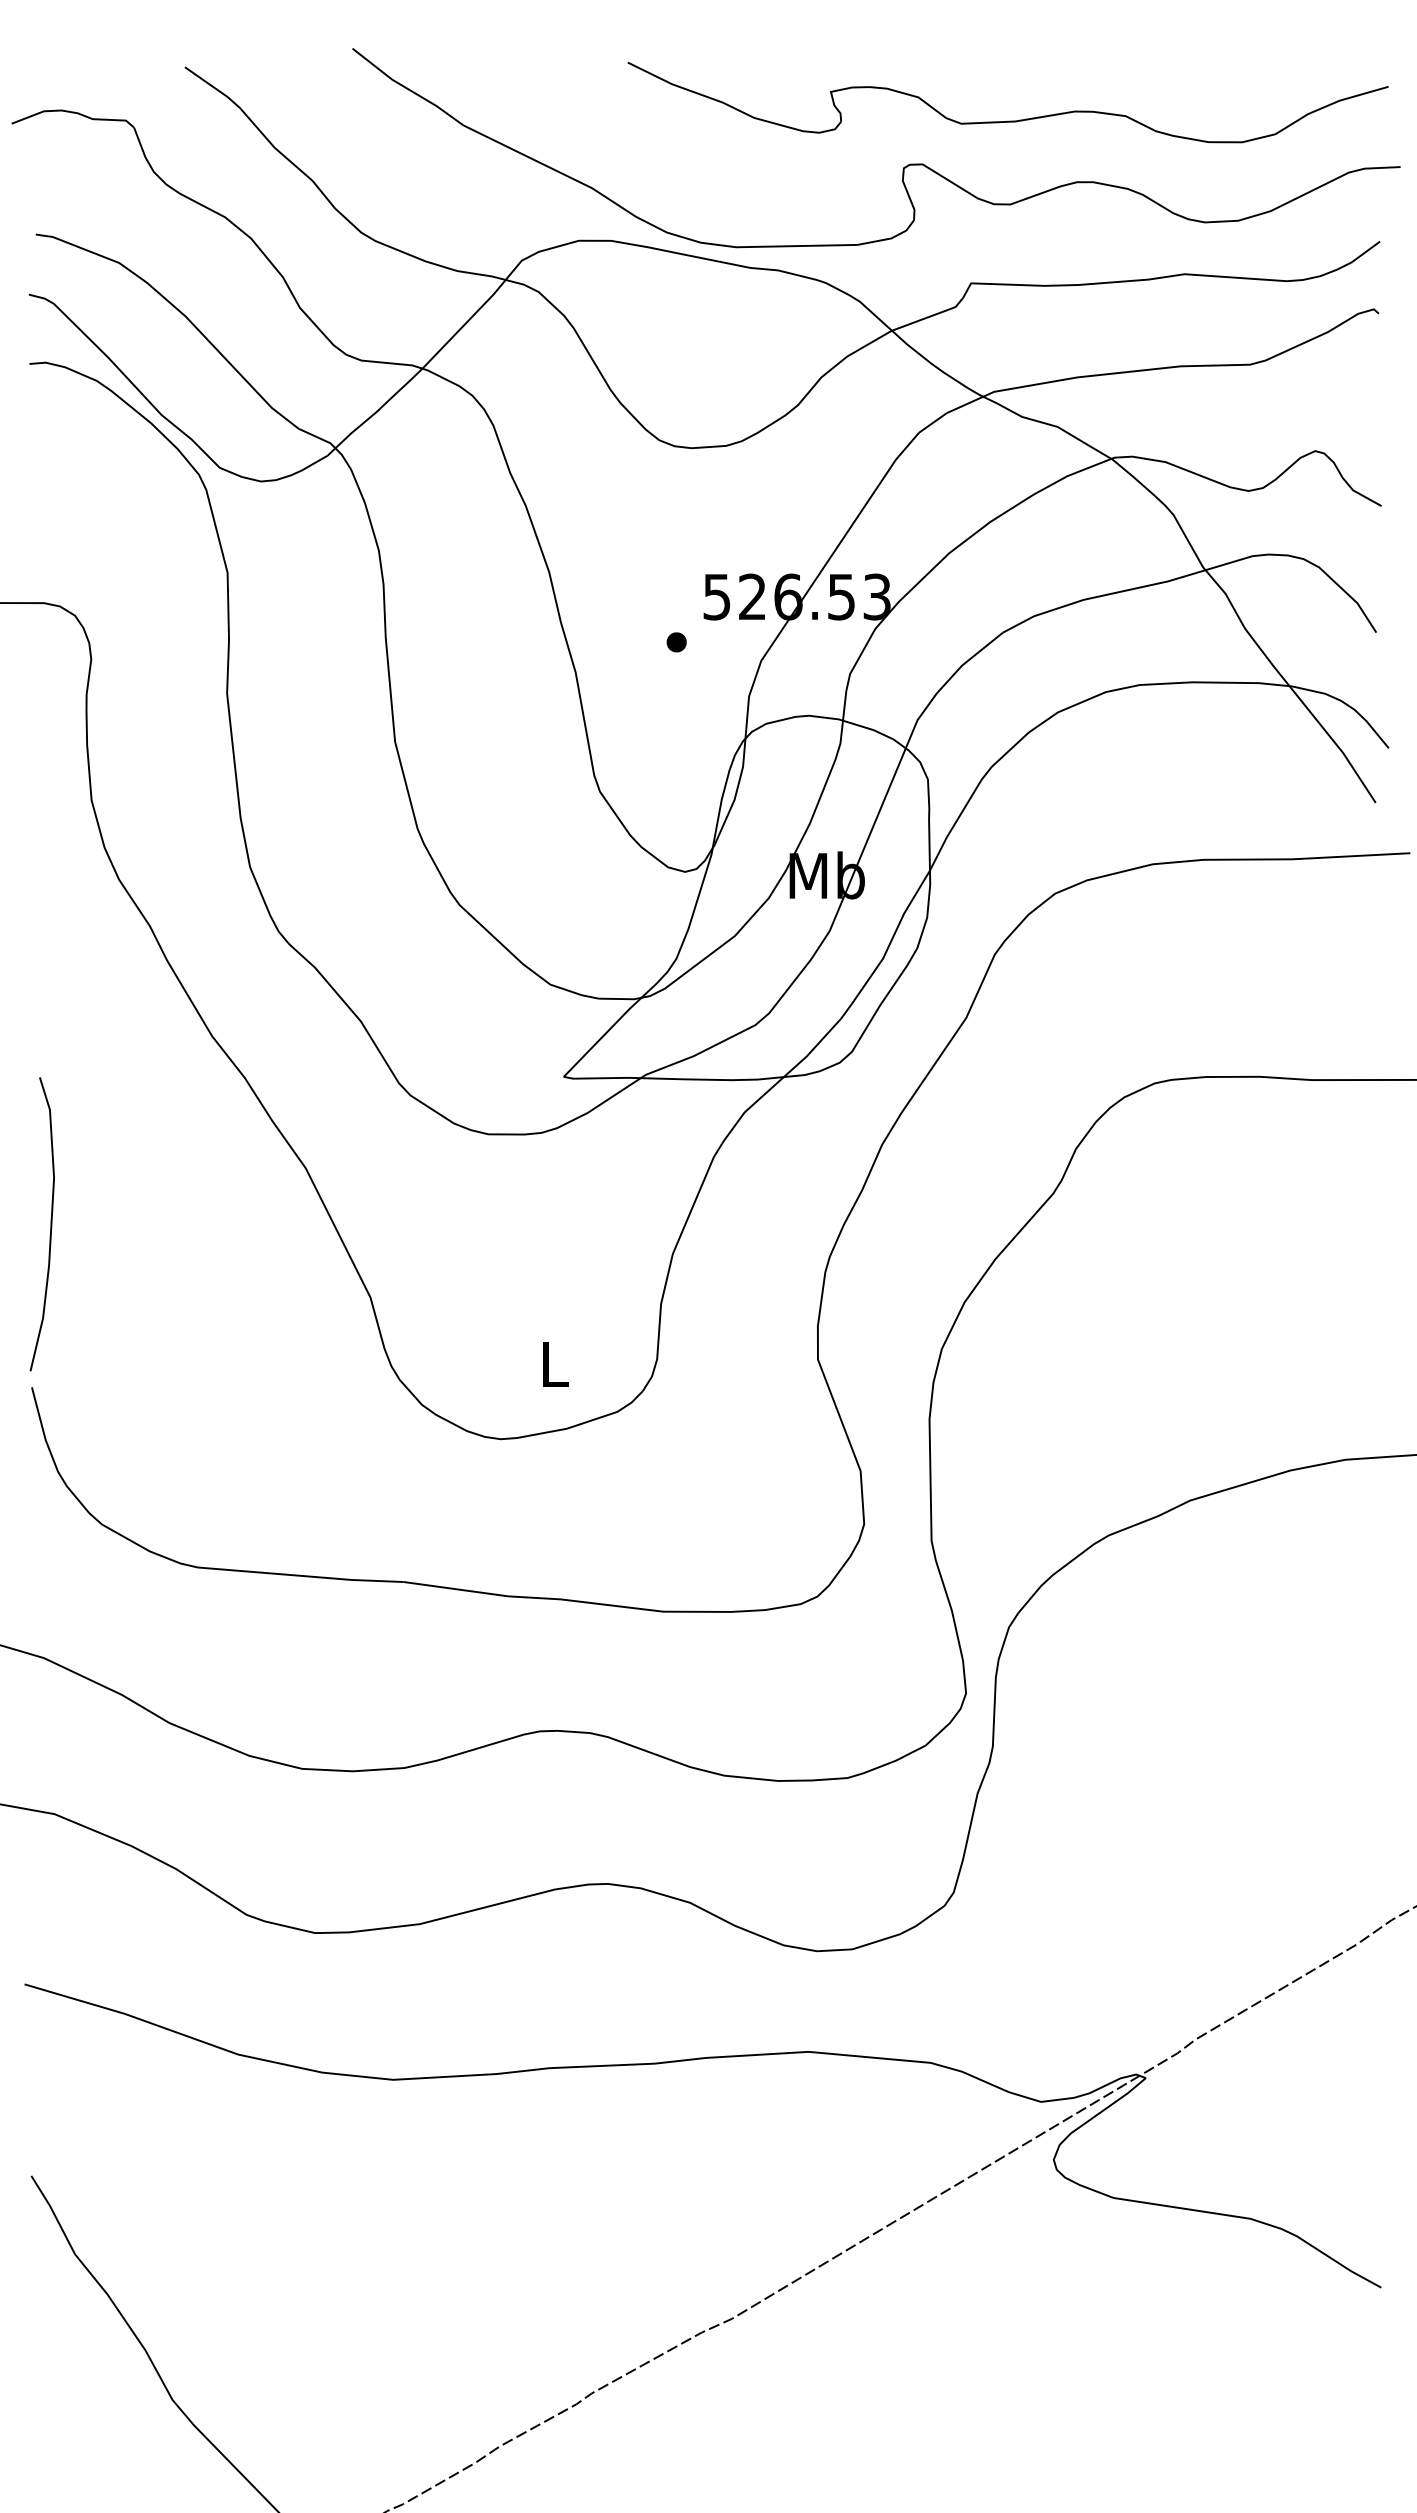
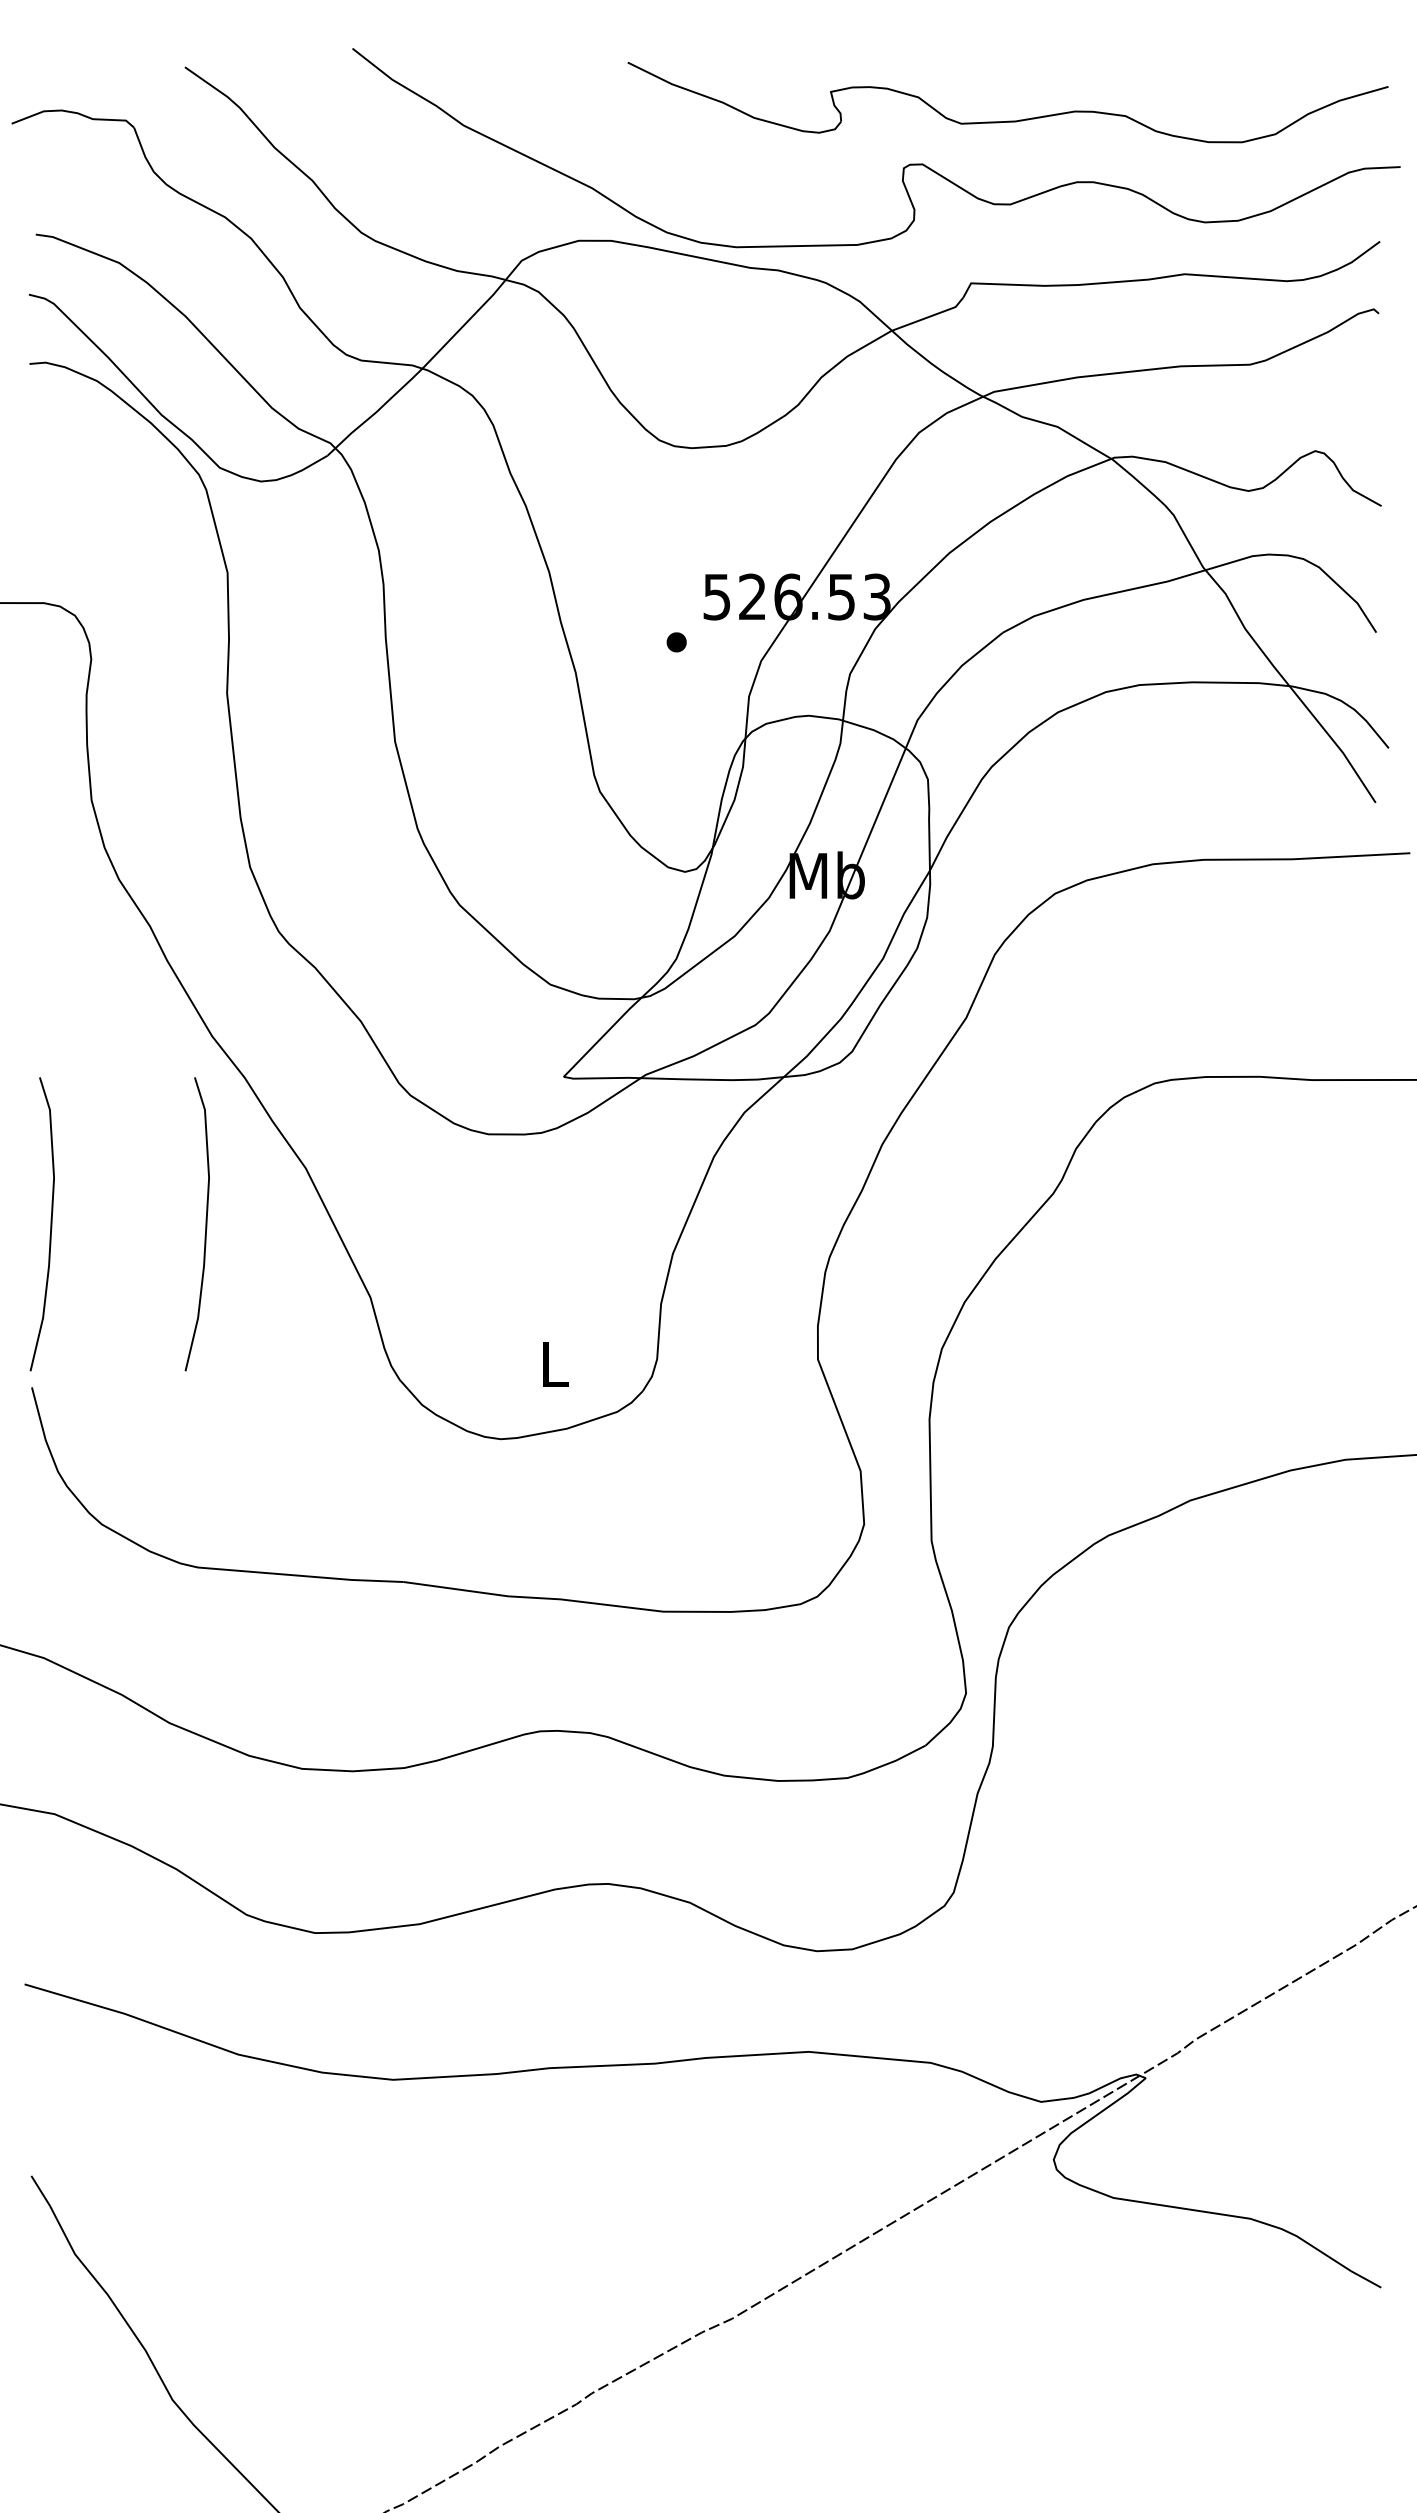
curve at (205, 1224): none -> present
